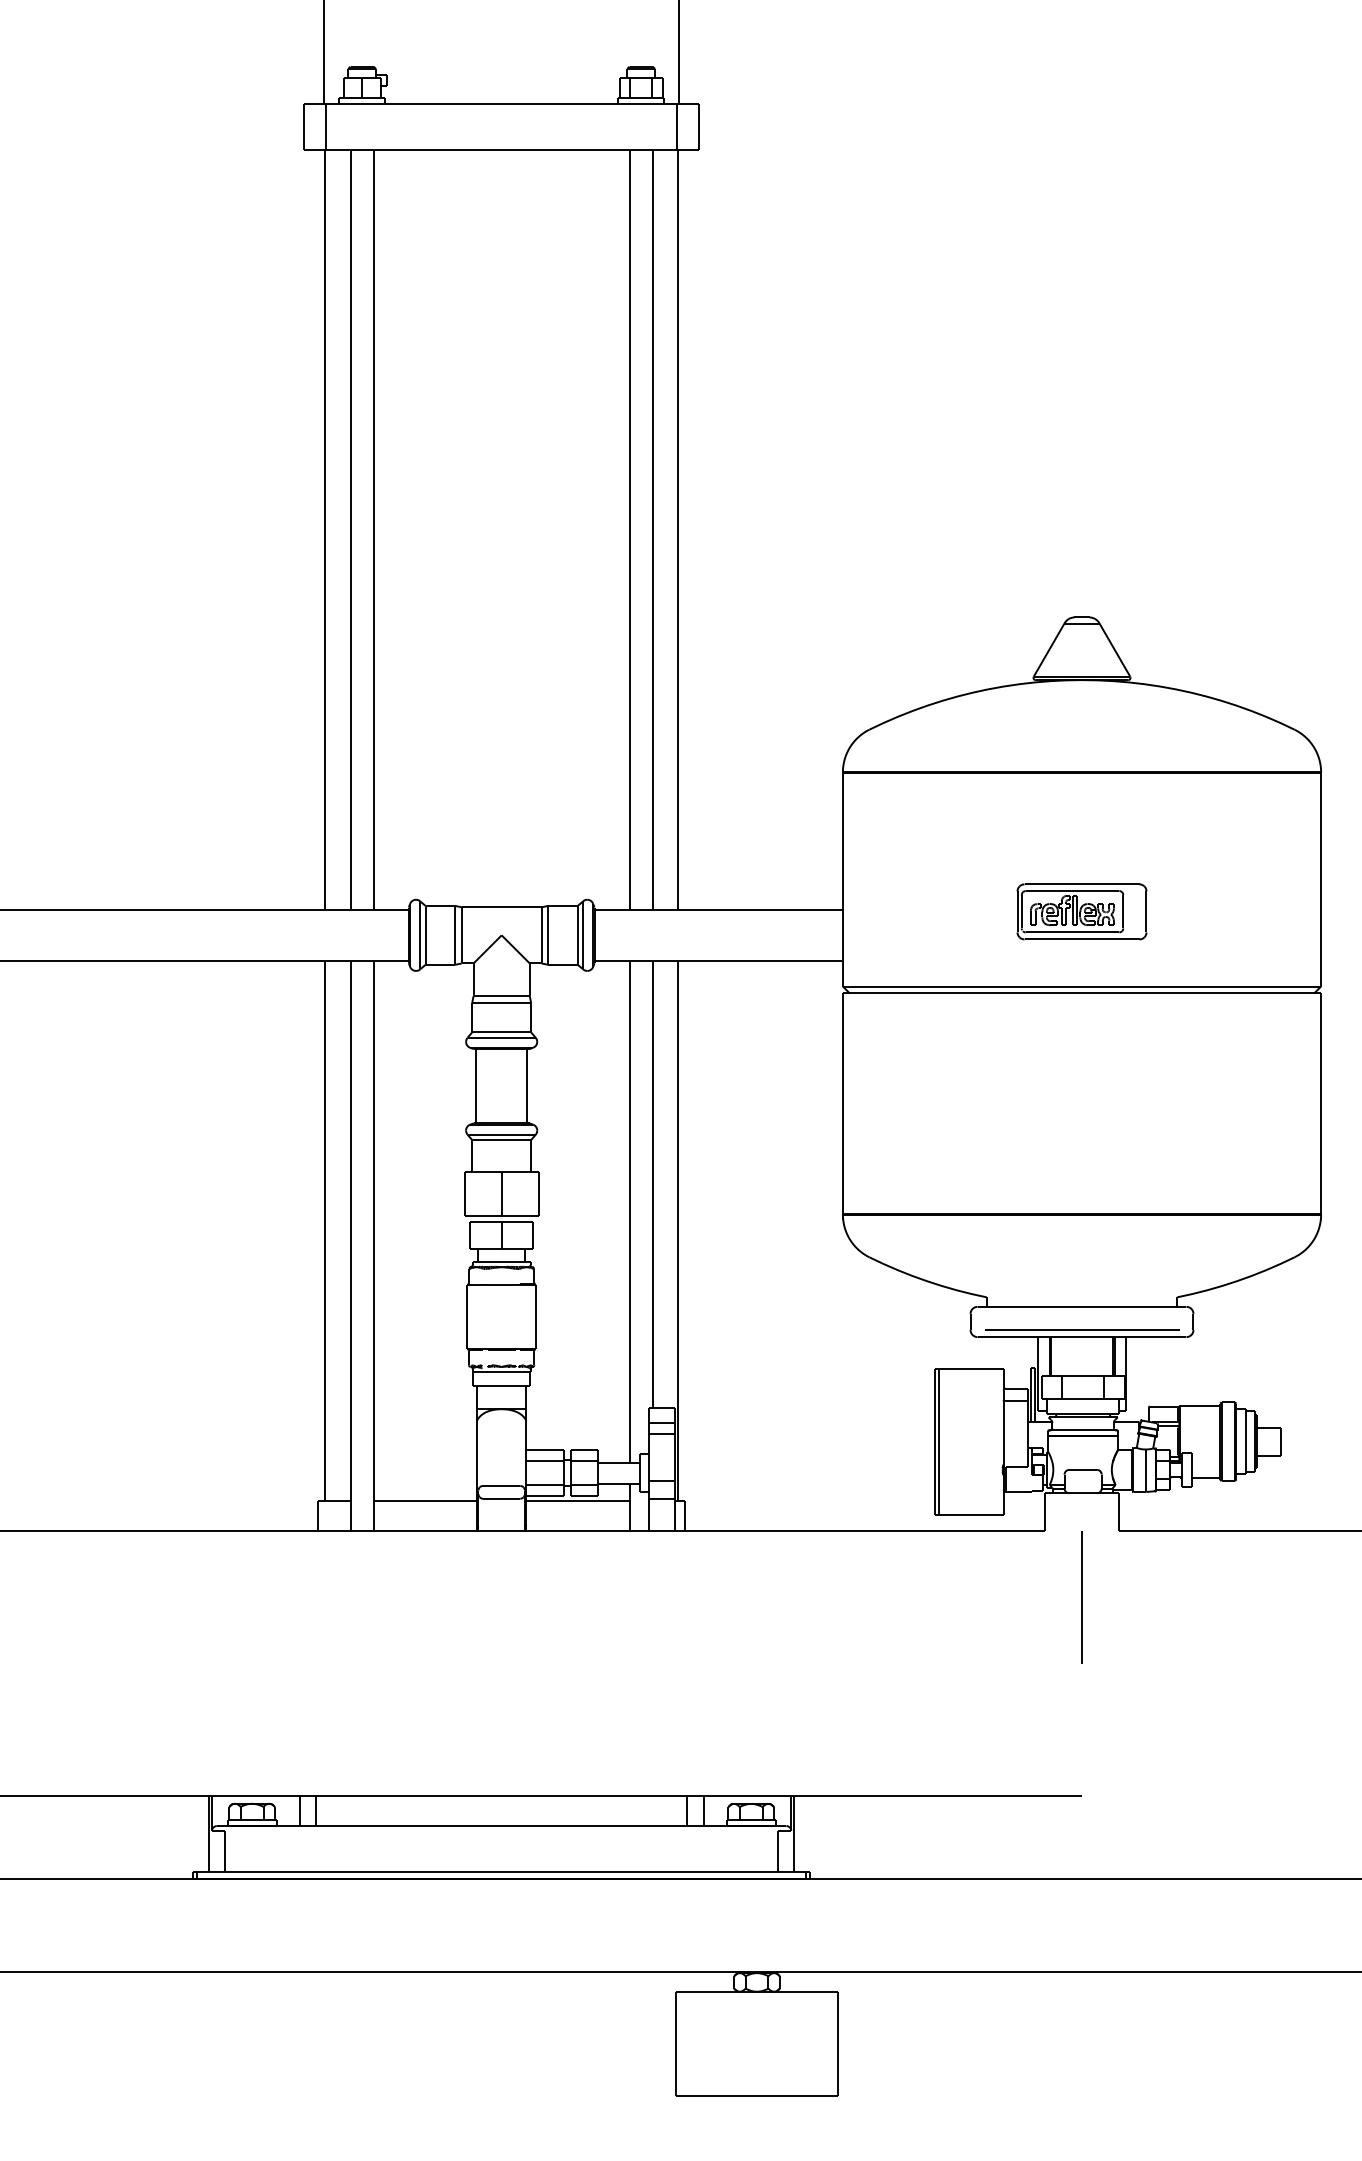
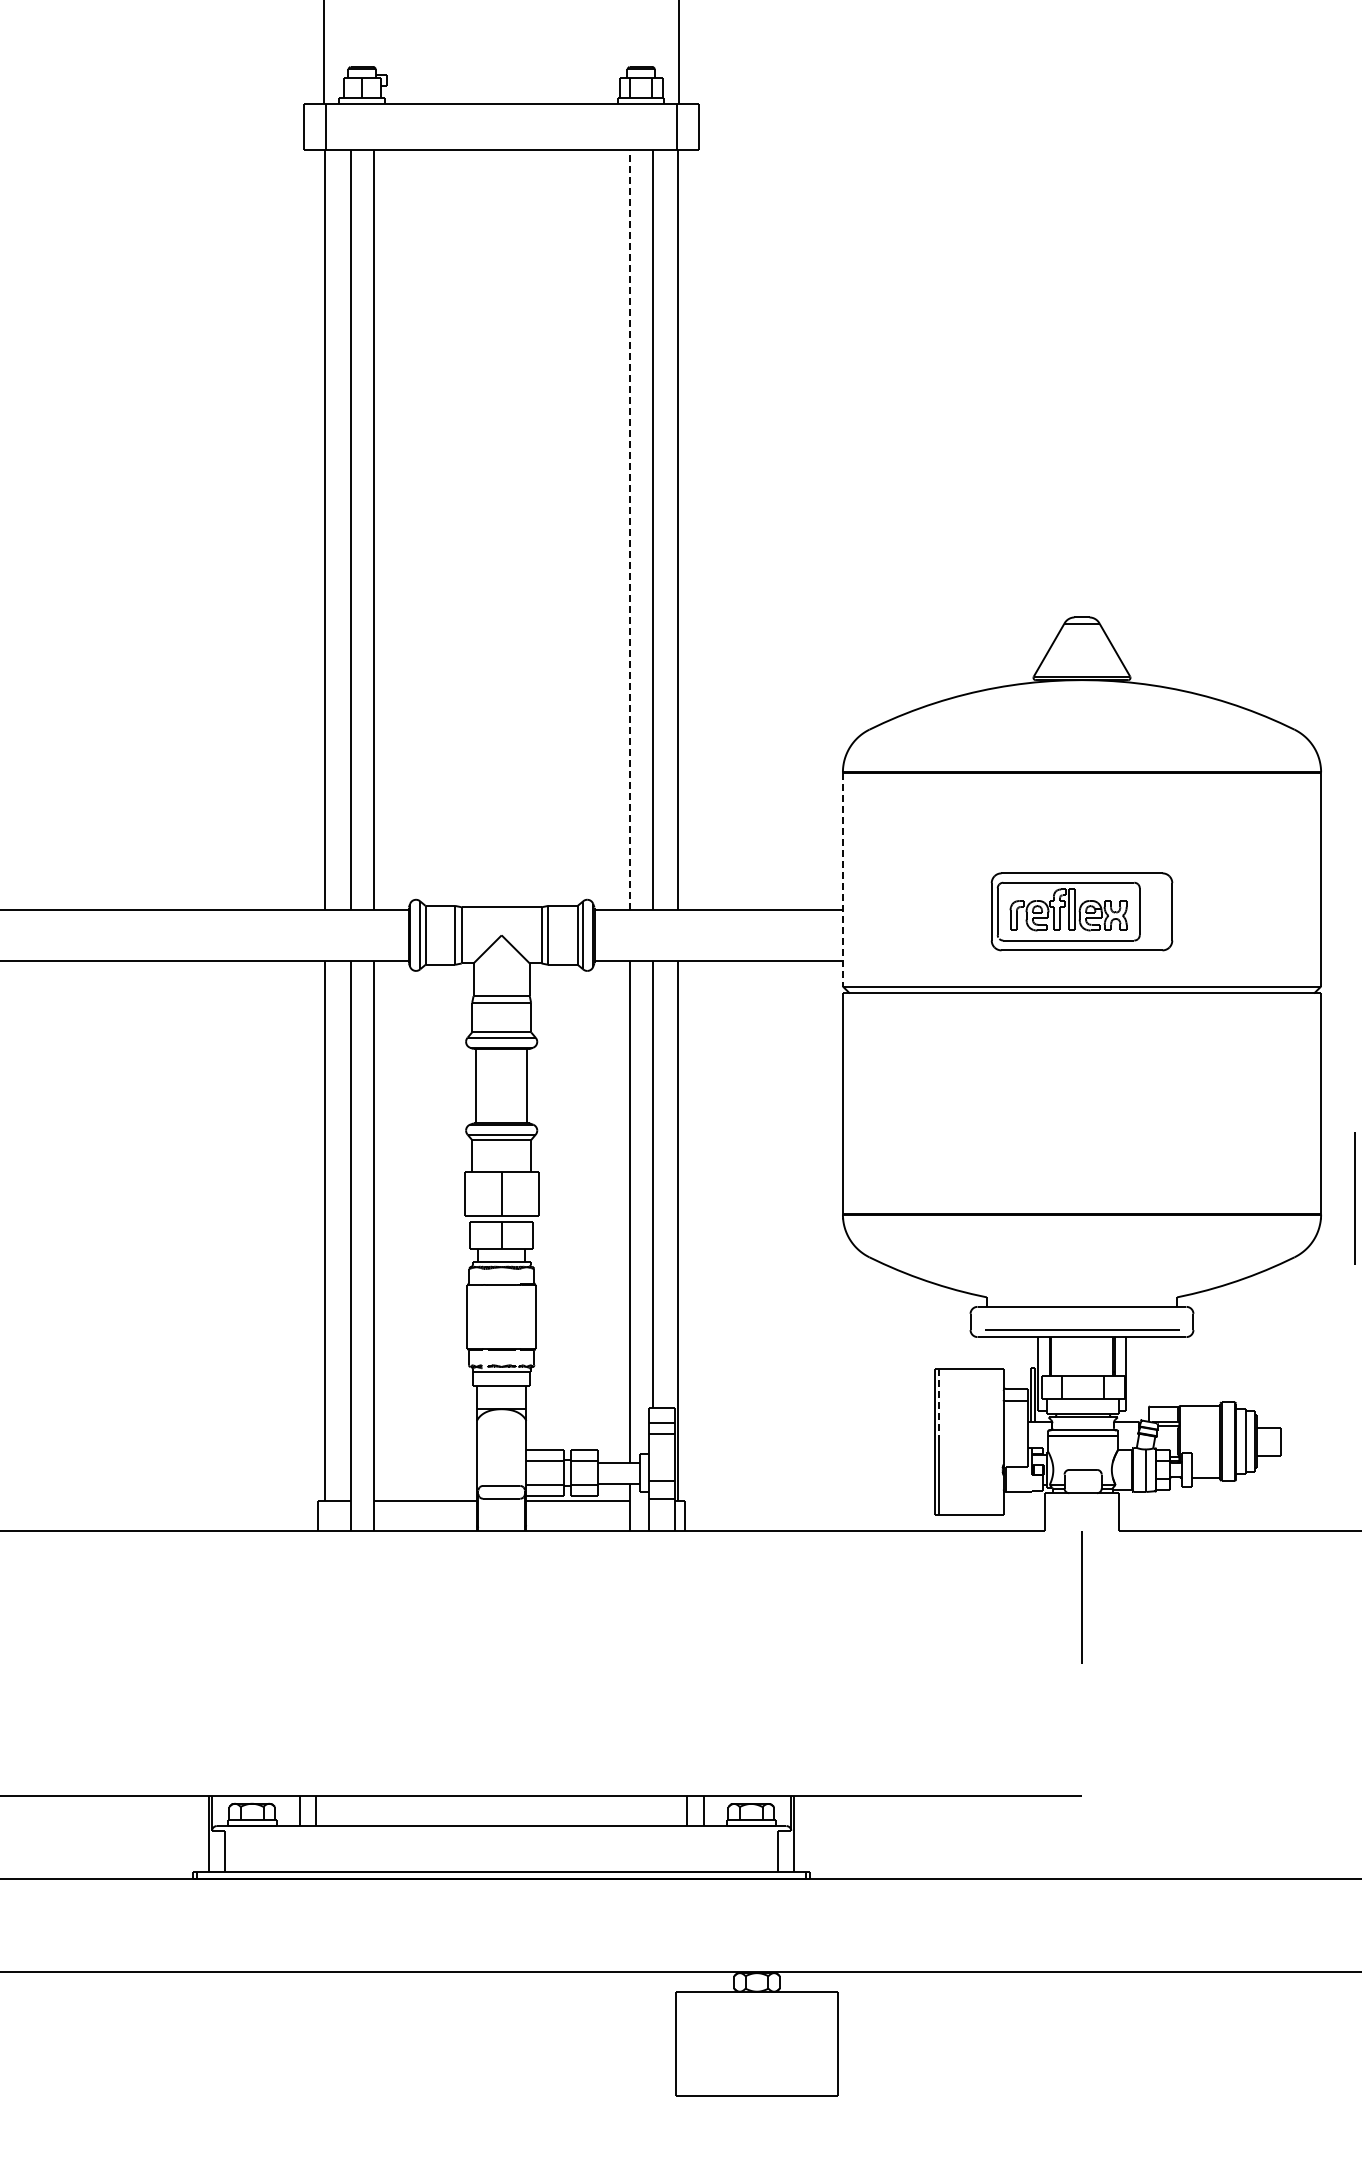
line at (629, 529): solid -> dashed
line at (842, 879): solid -> dashed
part at (1081, 911) size: 132x58 px -> 184x80 px
line at (1354, 1198): none -> present
line at (939, 1405): solid -> dashed
